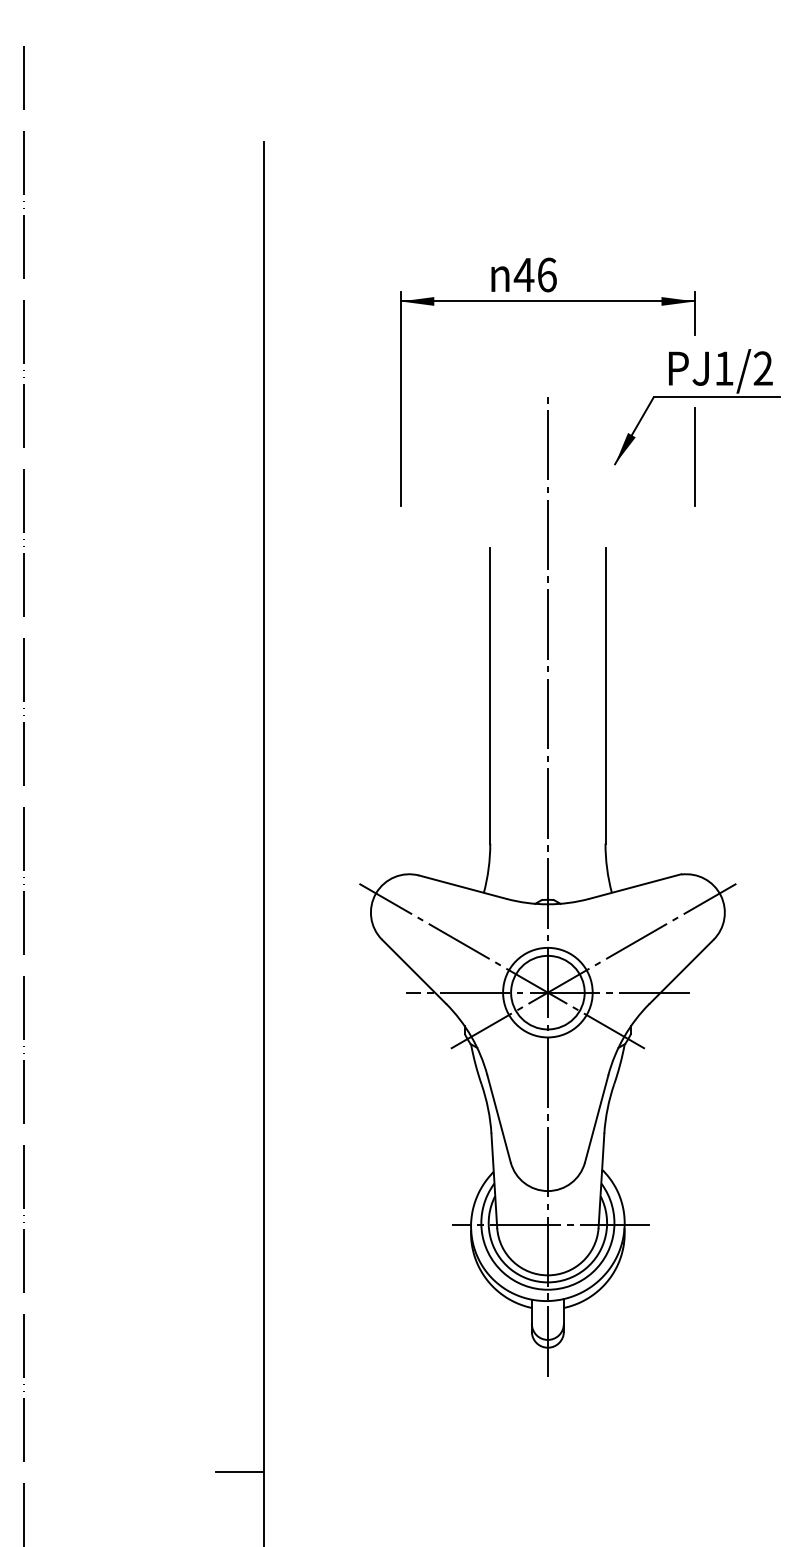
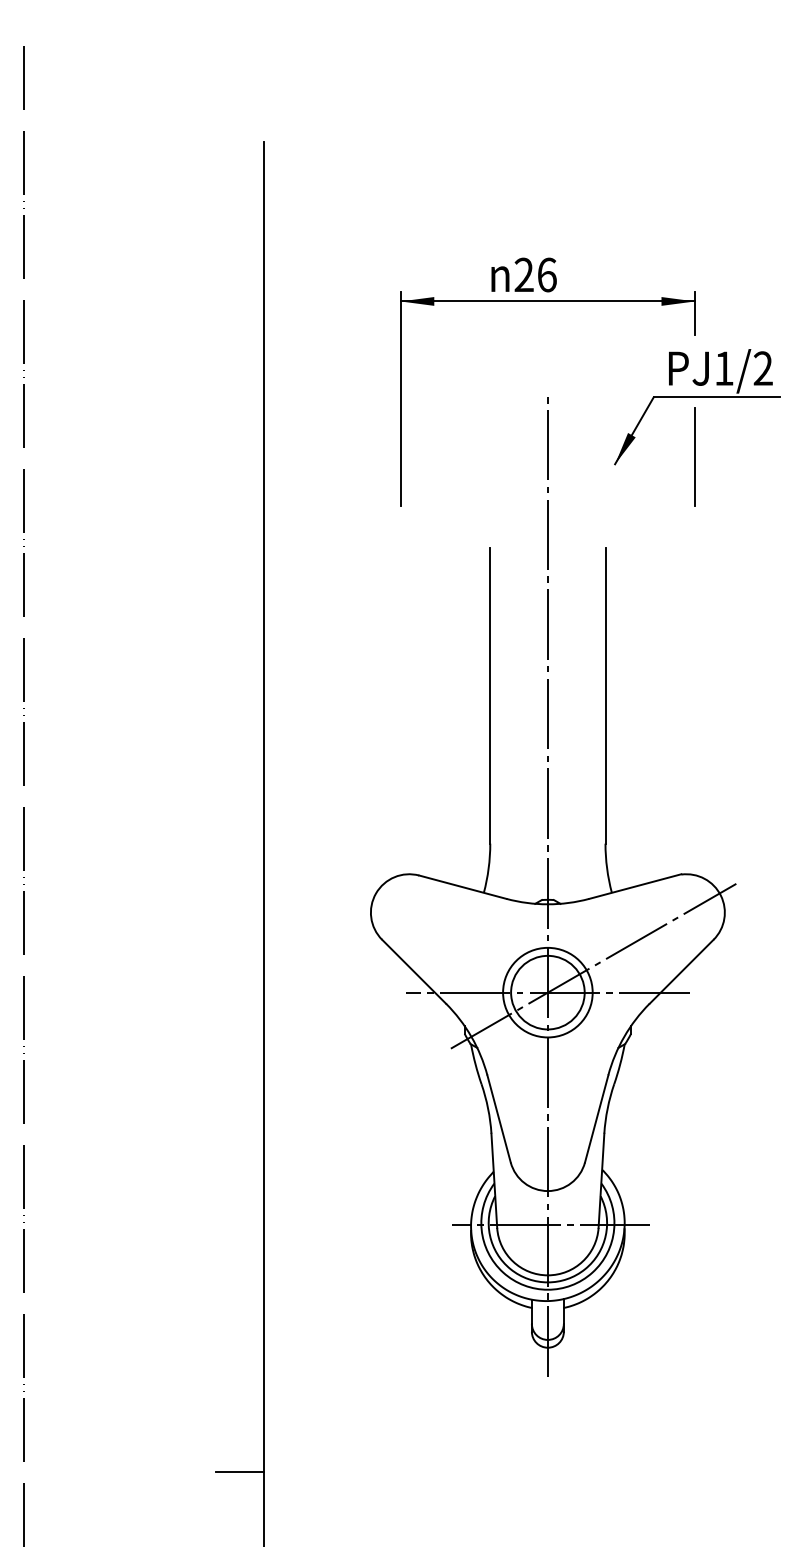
text at (523, 274): 46 -> 26
line at (501, 965): present -> none
